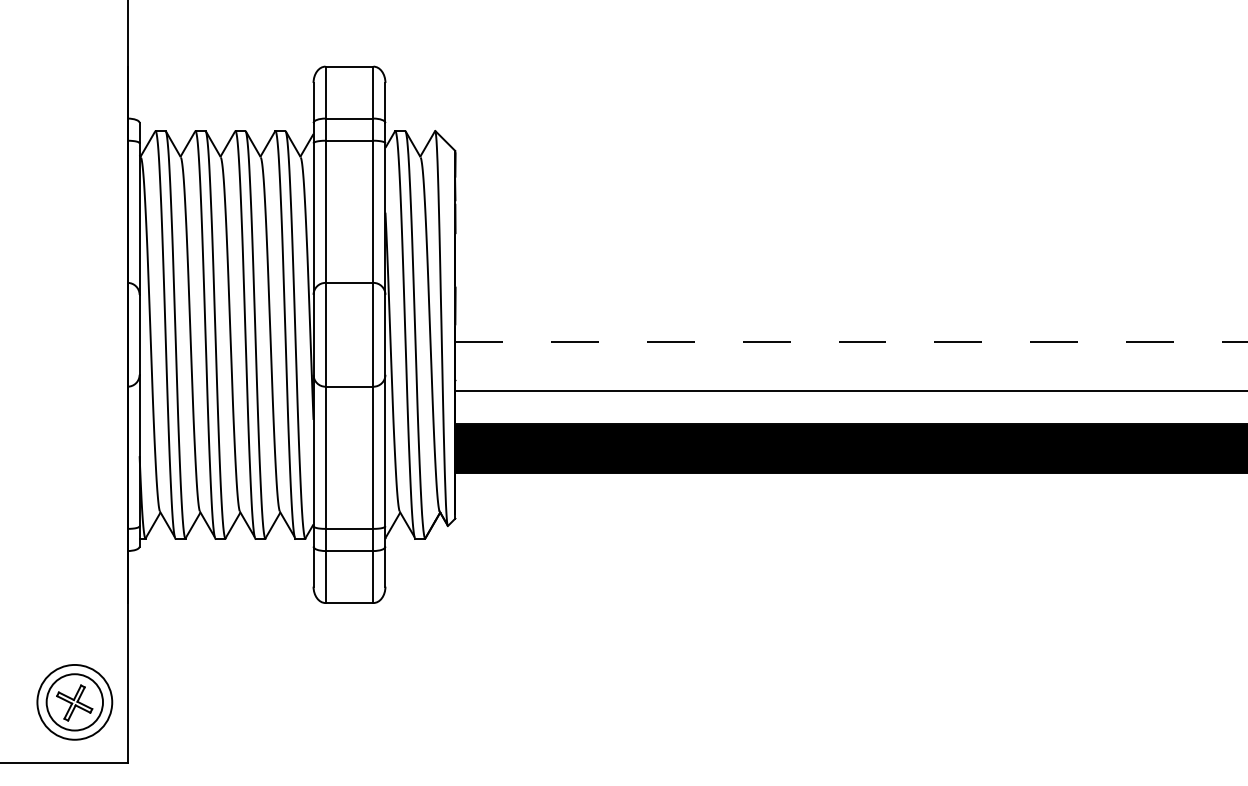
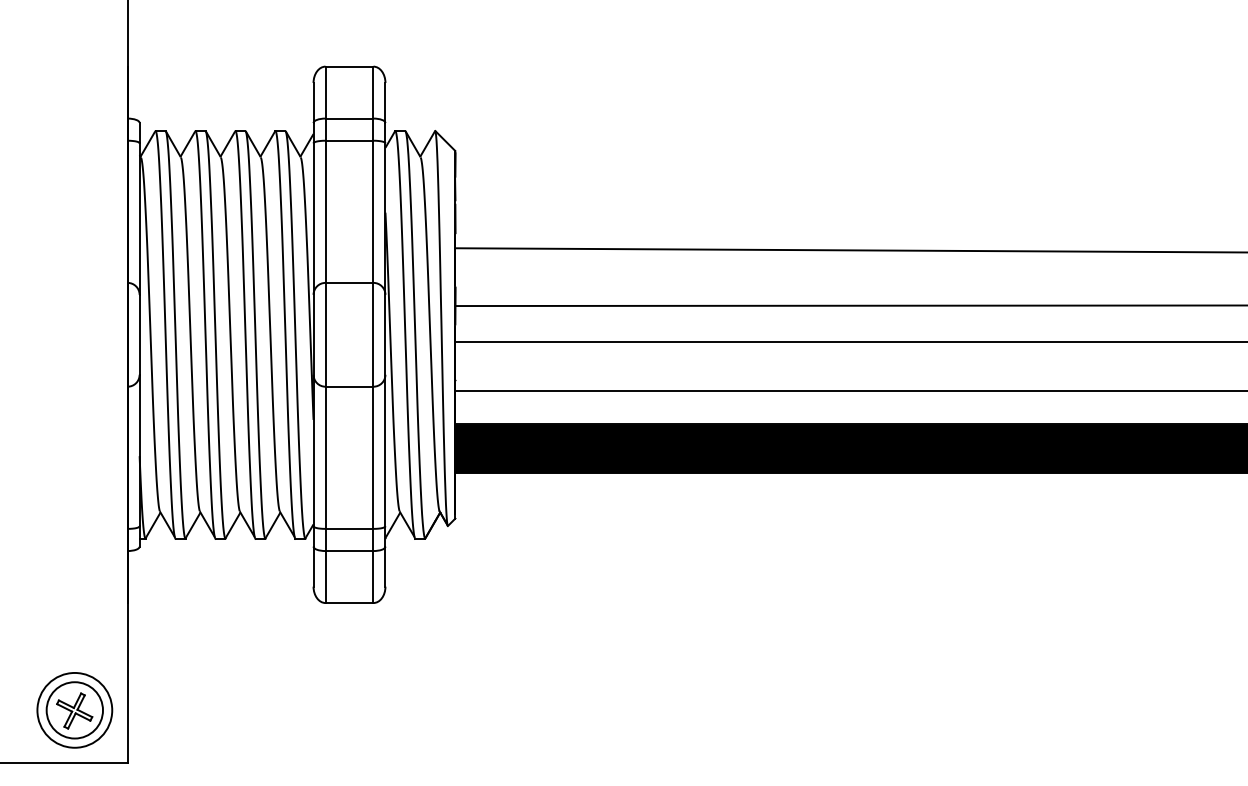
line at (849, 250): none -> present
line at (849, 305): none -> present
line at (851, 342): dashed -> solid
part at (74, 702) position: (74, 702) -> (74, 710)
